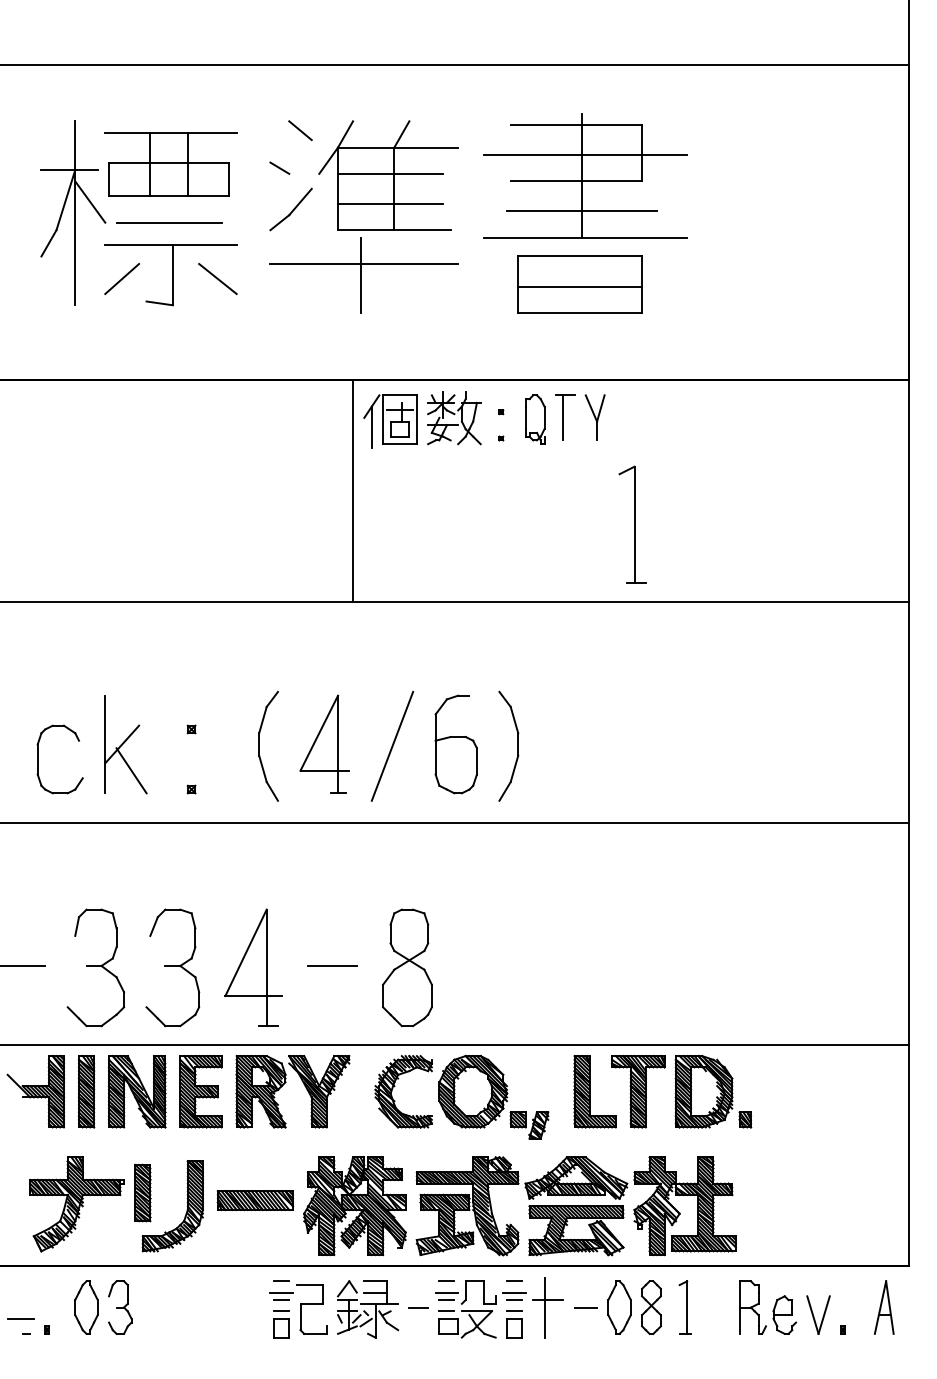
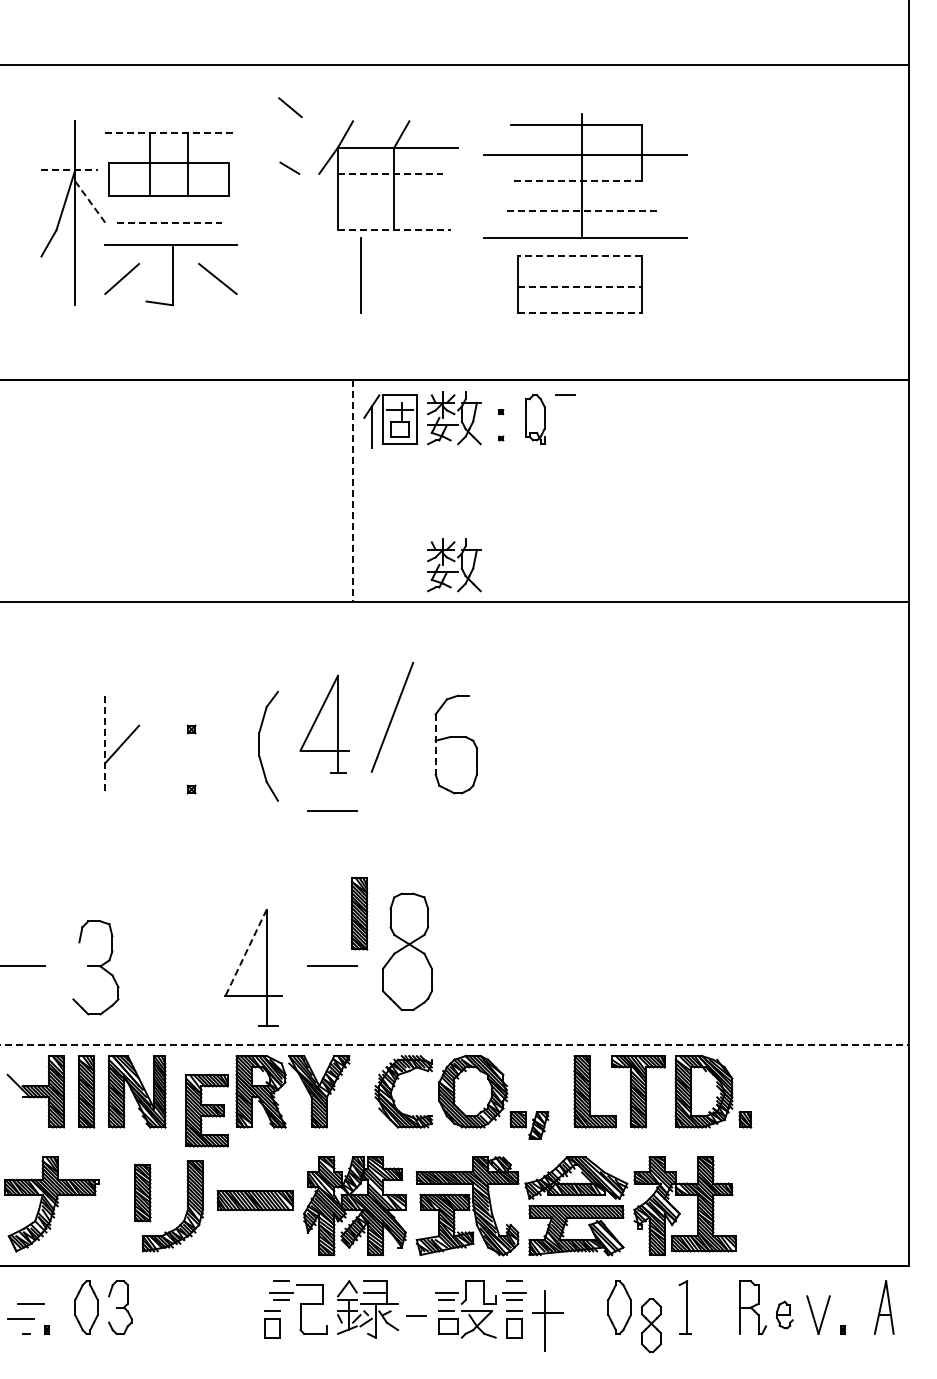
line at (300, 130) position: (300, 130) -> (290, 107)
line at (170, 132): solid -> dashed
line at (279, 167) position: (279, 167) -> (289, 167)
line at (70, 170): solid -> dashed
line at (390, 173): solid -> dashed
line at (576, 181): solid -> dashed
line at (90, 202): solid -> dashed
line at (390, 203): present -> none
part at (290, 209): present -> none
line at (582, 211): solid -> dashed
line at (169, 222): solid -> dashed
line at (394, 230): solid -> dashed
line at (580, 256): solid -> dashed
line at (364, 263): present -> none
line at (580, 286): solid -> dashed
line at (580, 312): solid -> dashed
line at (563, 417): present -> none
part at (594, 417): present -> none
line at (353, 491): solid -> dashed
part at (632, 524): present -> none
part at (454, 565): none -> present
part at (324, 743) position: (324, 743) -> (324, 723)
line at (105, 744): solid -> dashed
line at (435, 744): solid -> dashed
part at (517, 745): present -> none
line at (392, 746) position: (392, 746) -> (392, 717)
part at (38, 759): present -> none
line at (131, 770): present -> none
line at (332, 810): none -> present
line at (455, 823): present -> none
part at (359, 913): none -> present
line at (246, 952): solid -> dashed
part at (95, 967) size: 60x120 px -> 48x96 px
part at (172, 967): present -> none
part at (407, 967) position: (407, 967) -> (407, 951)
line at (454, 1044): solid -> dashed
part at (200, 1091) position: (200, 1091) -> (206, 1110)
part at (76, 1204) position: (76, 1204) -> (51, 1204)
line at (446, 1280): present -> none
line at (30, 1303): none -> present
line at (418, 1307) position: (418, 1307) -> (416, 1315)
part at (547, 1307) position: (547, 1307) -> (547, 1320)
line at (585, 1307): present -> none
part at (651, 1307) position: (651, 1307) -> (651, 1325)
part at (784, 1314) size: 26x40 px -> 19x30 px
part at (281, 1324) position: (281, 1324) -> (272, 1324)
